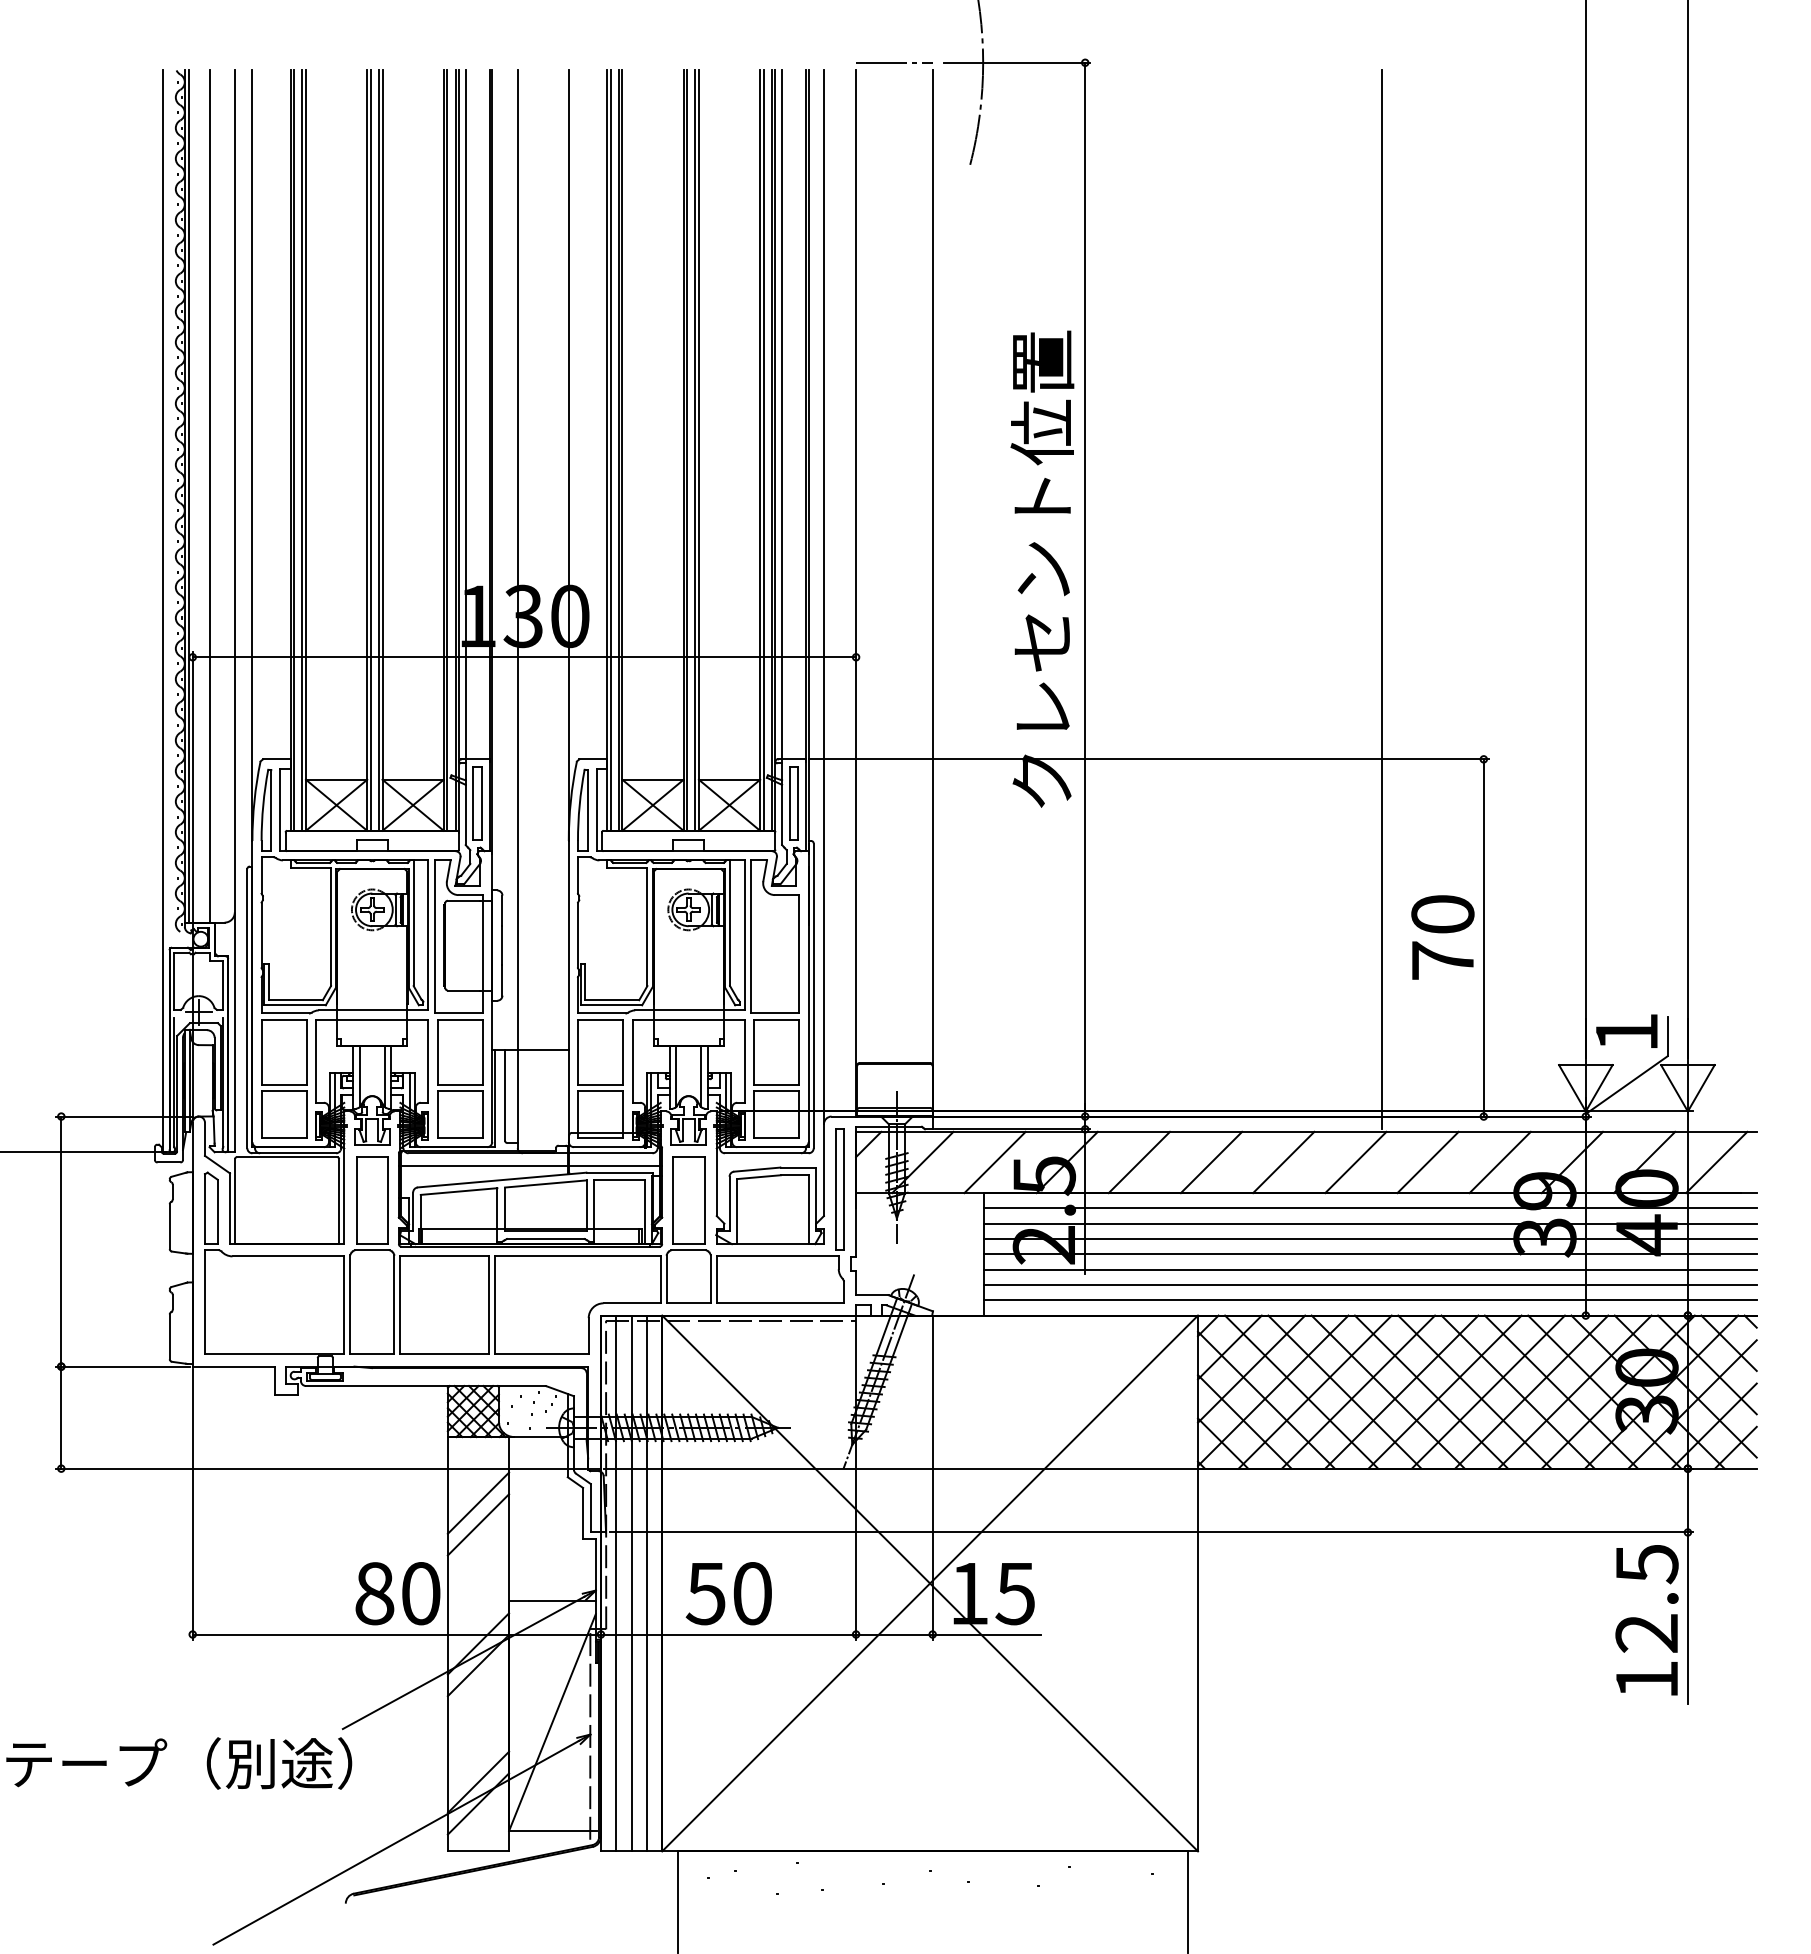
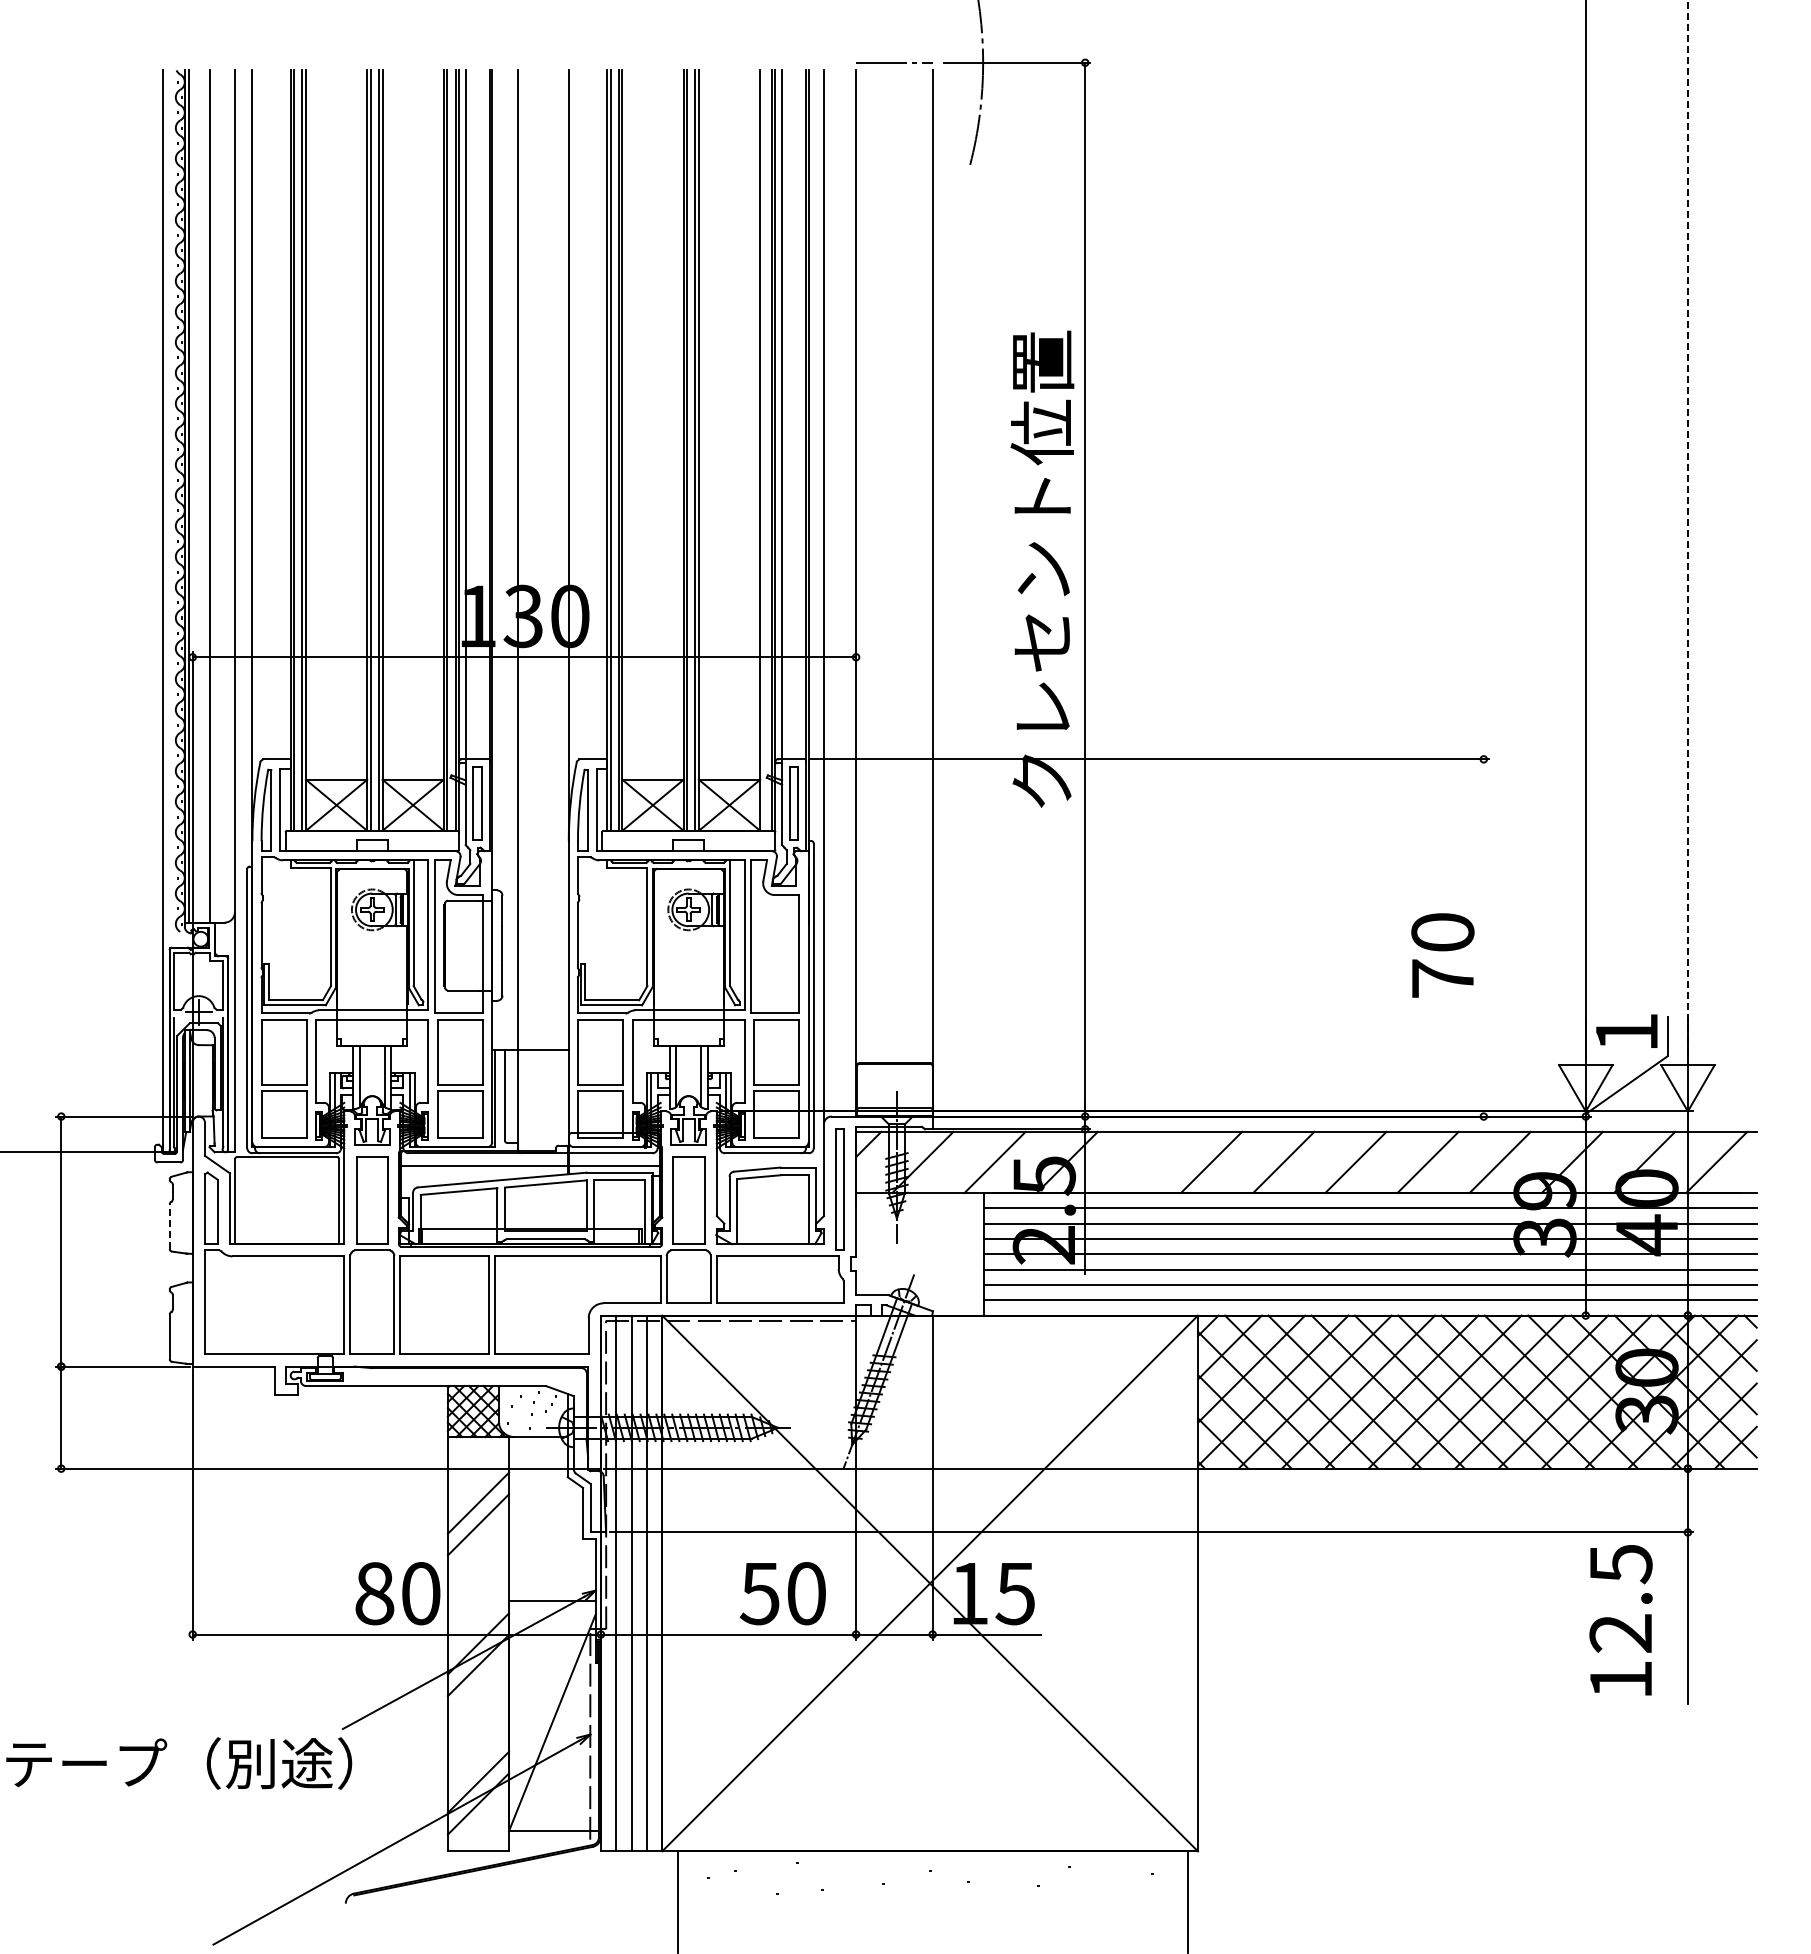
line at (763, 450): present -> none
line at (1687, 529): solid -> dashed
line at (1381, 599): present -> none
text at (1442, 937) position: (1442, 937) -> (1442, 955)
line at (1483, 937): present -> none
line at (1138, 1162): present -> none
line at (169, 1226): solid -> dashed
text at (728, 1593) position: (728, 1593) -> (782, 1593)
text at (1646, 1620) position: (1646, 1620) -> (1620, 1620)
